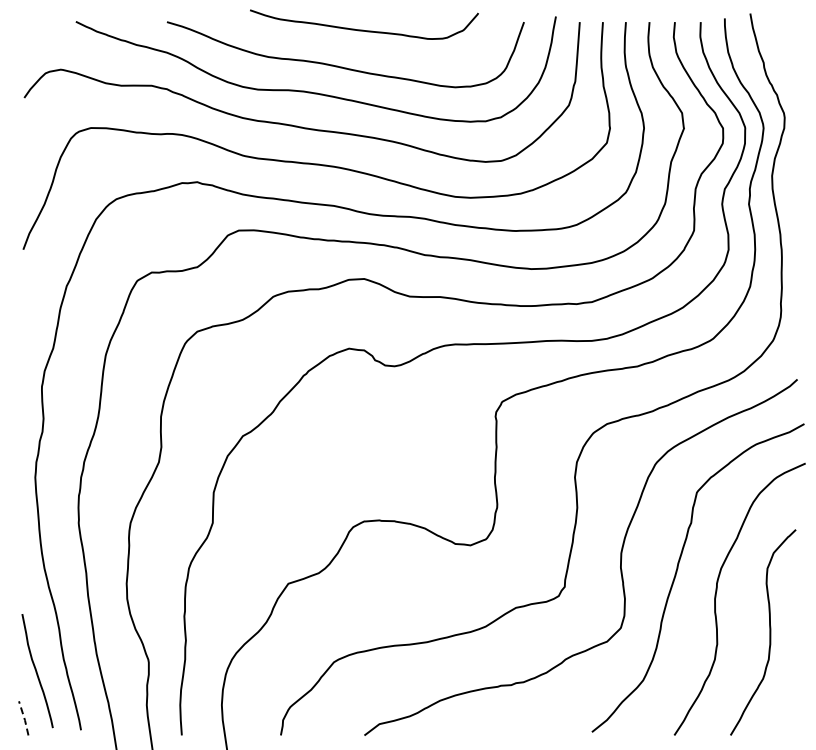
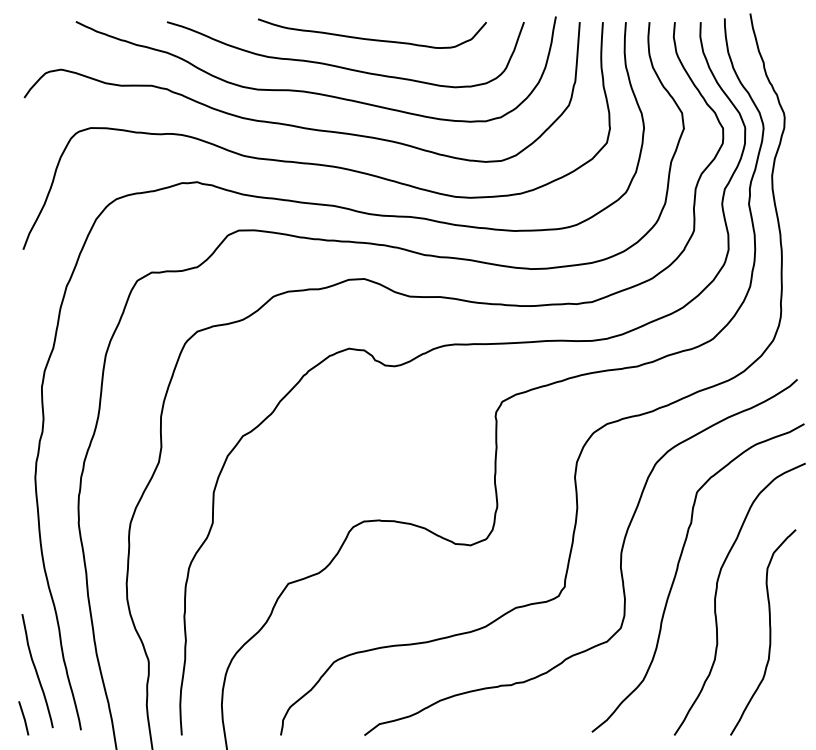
curve at (363, 29) position: (363, 29) -> (371, 38)
line at (24, 718): dashed -> solid
